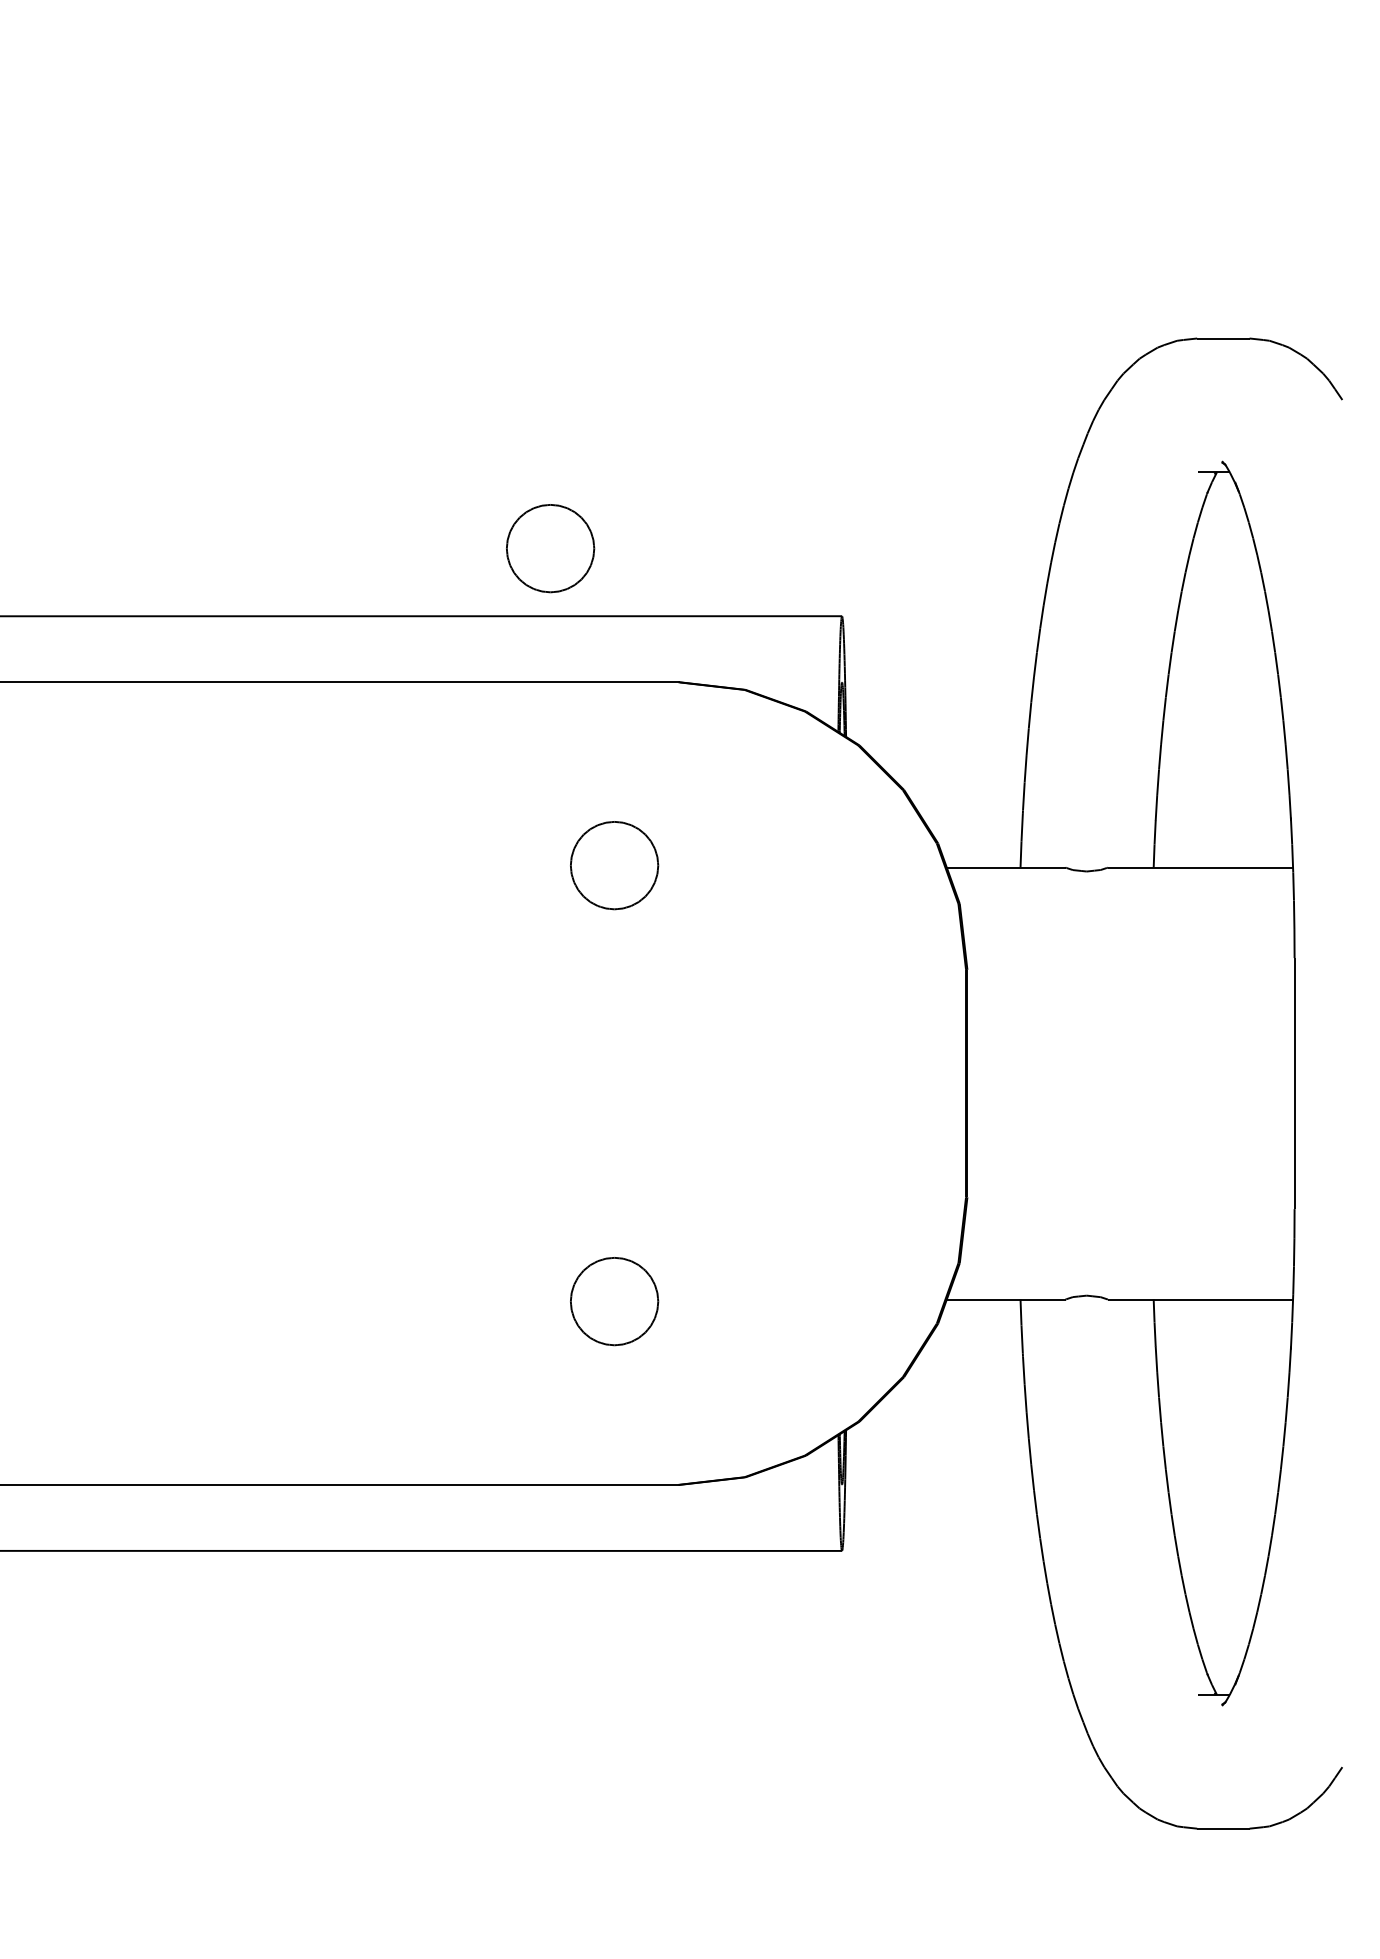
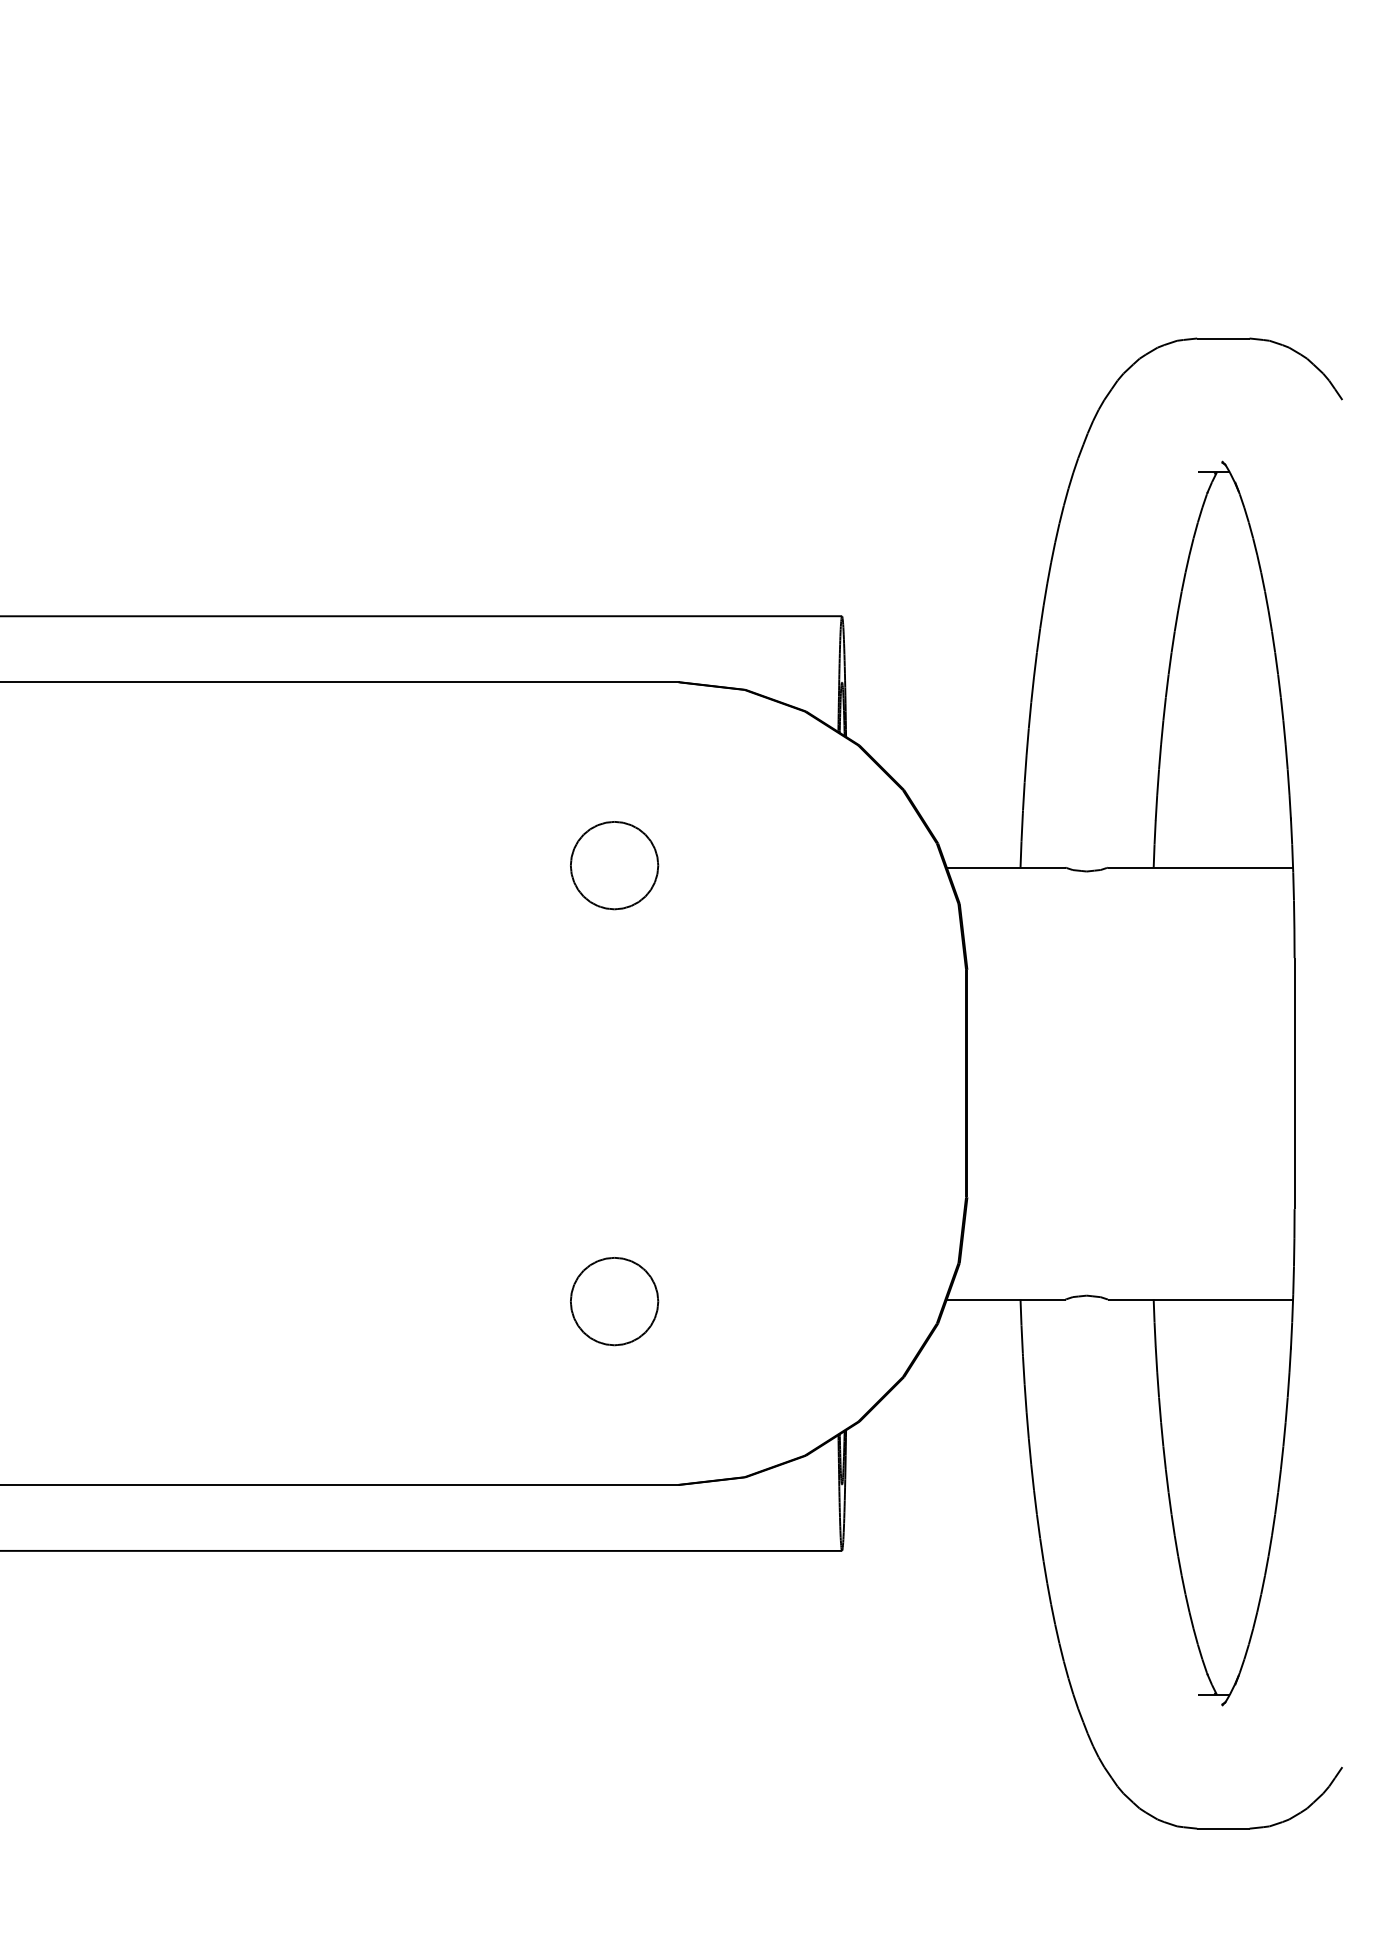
part at (550, 548): present -> none
